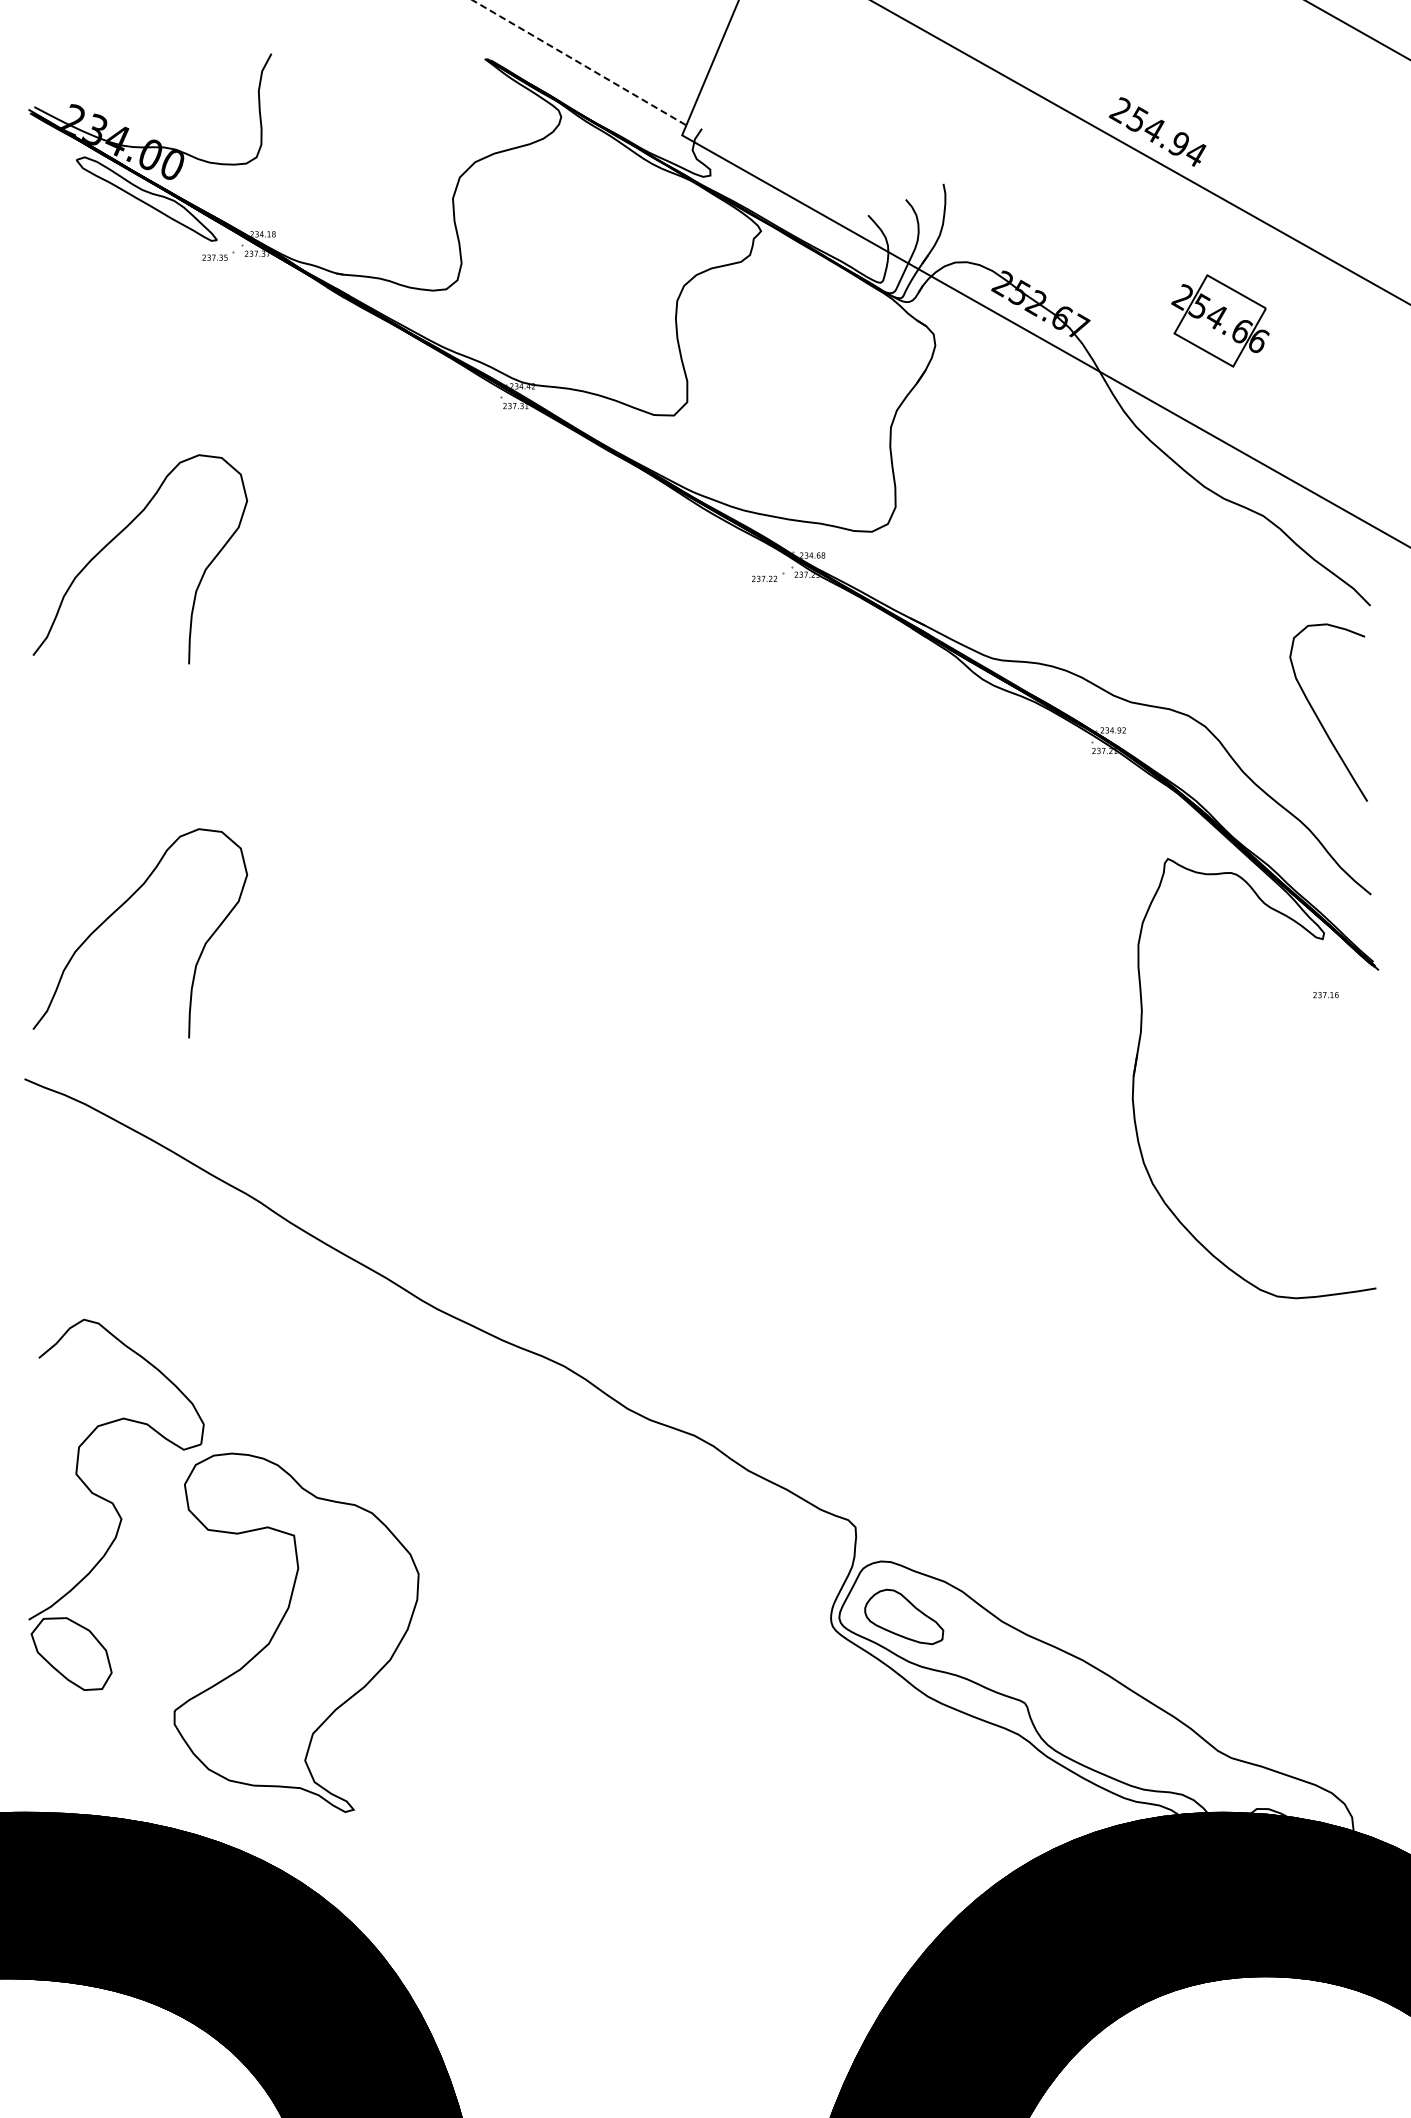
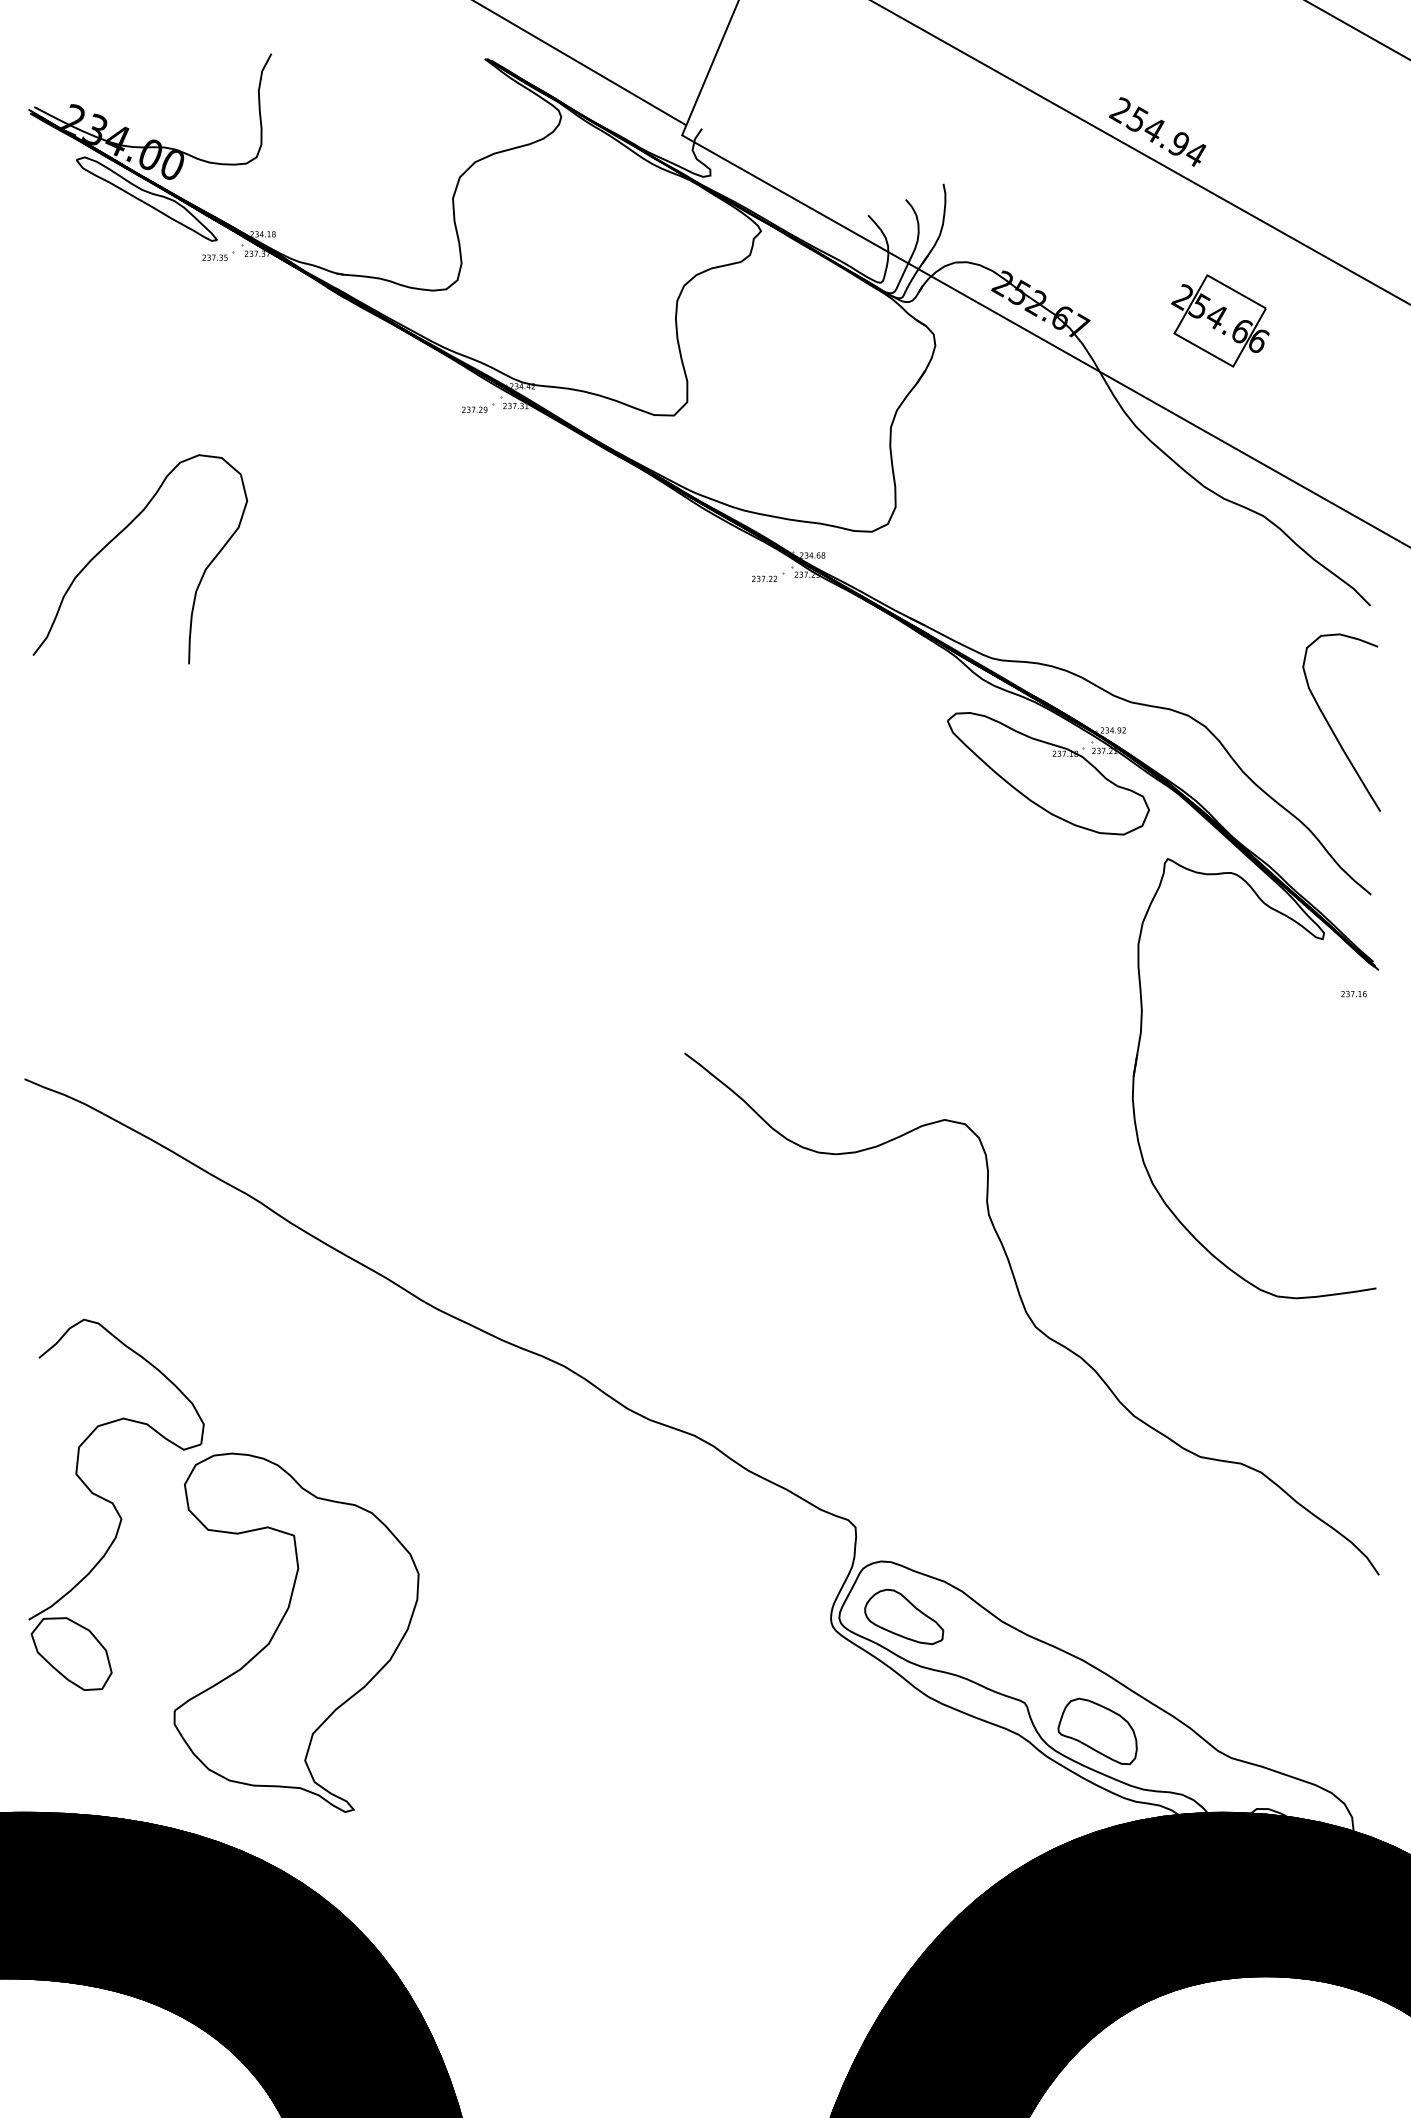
line at (579, 62): dashed -> solid
part at (478, 407): none -> present
curve at (1319, 718) position: (1319, 718) -> (1332, 728)
part at (1048, 773): none -> present
curve at (122, 906): present -> none
text at (1325, 995) position: (1325, 995) -> (1353, 994)
curve at (1029, 1315): none -> present
part at (1097, 1731): none -> present
